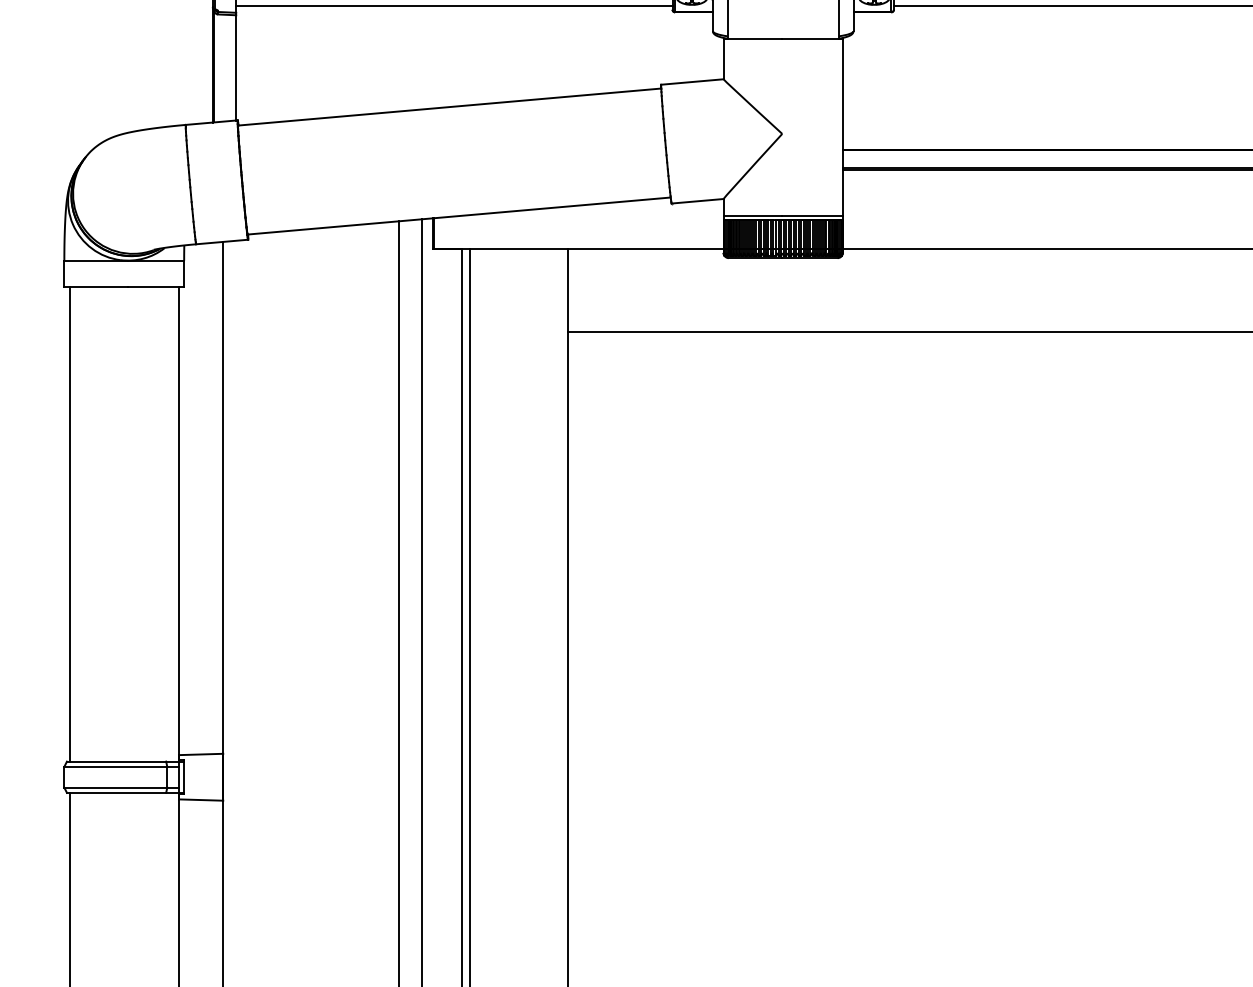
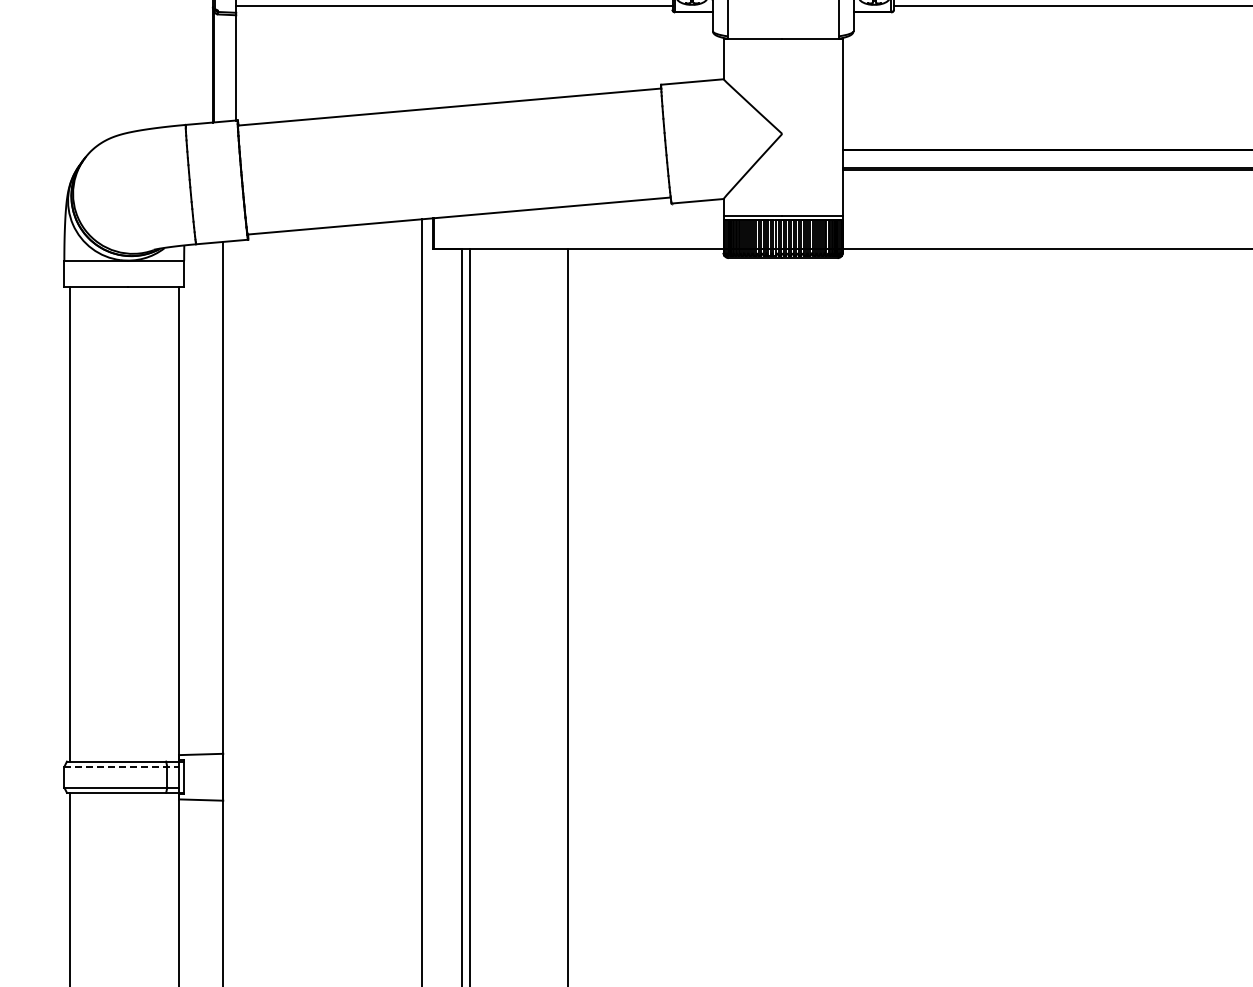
line at (908, 331): present -> none
line at (399, 602): present -> none
line at (122, 766): solid -> dashed
